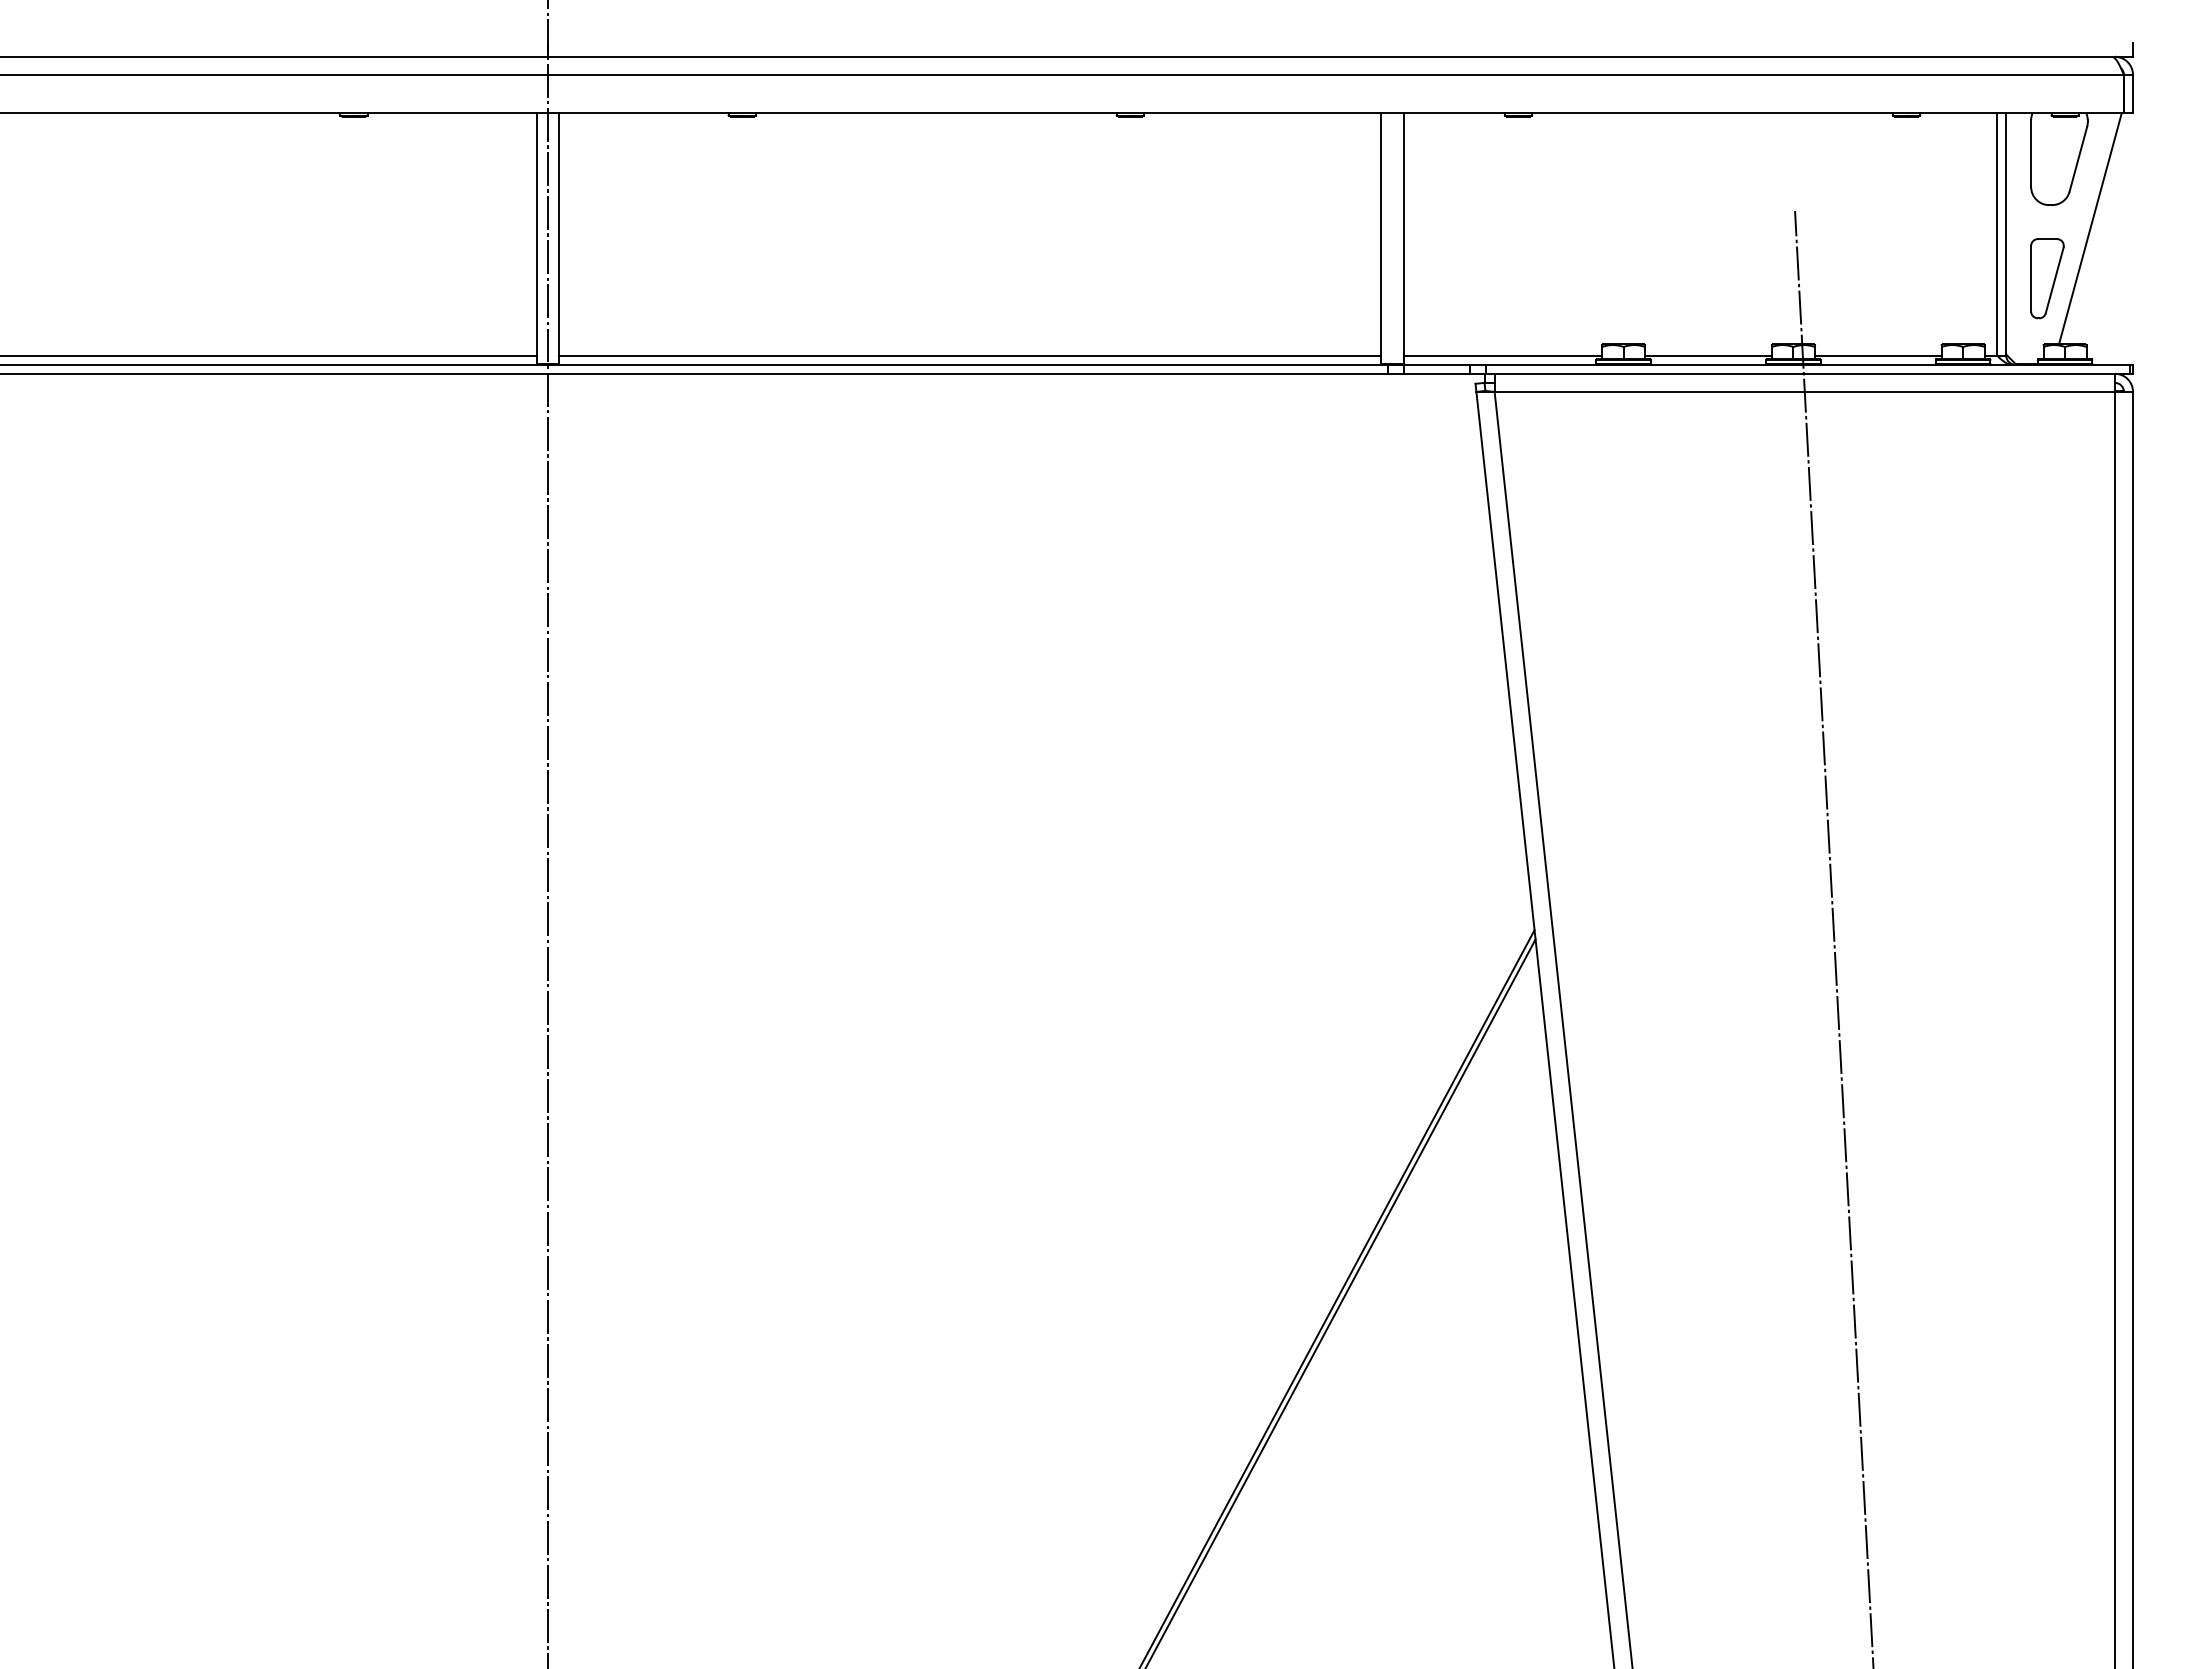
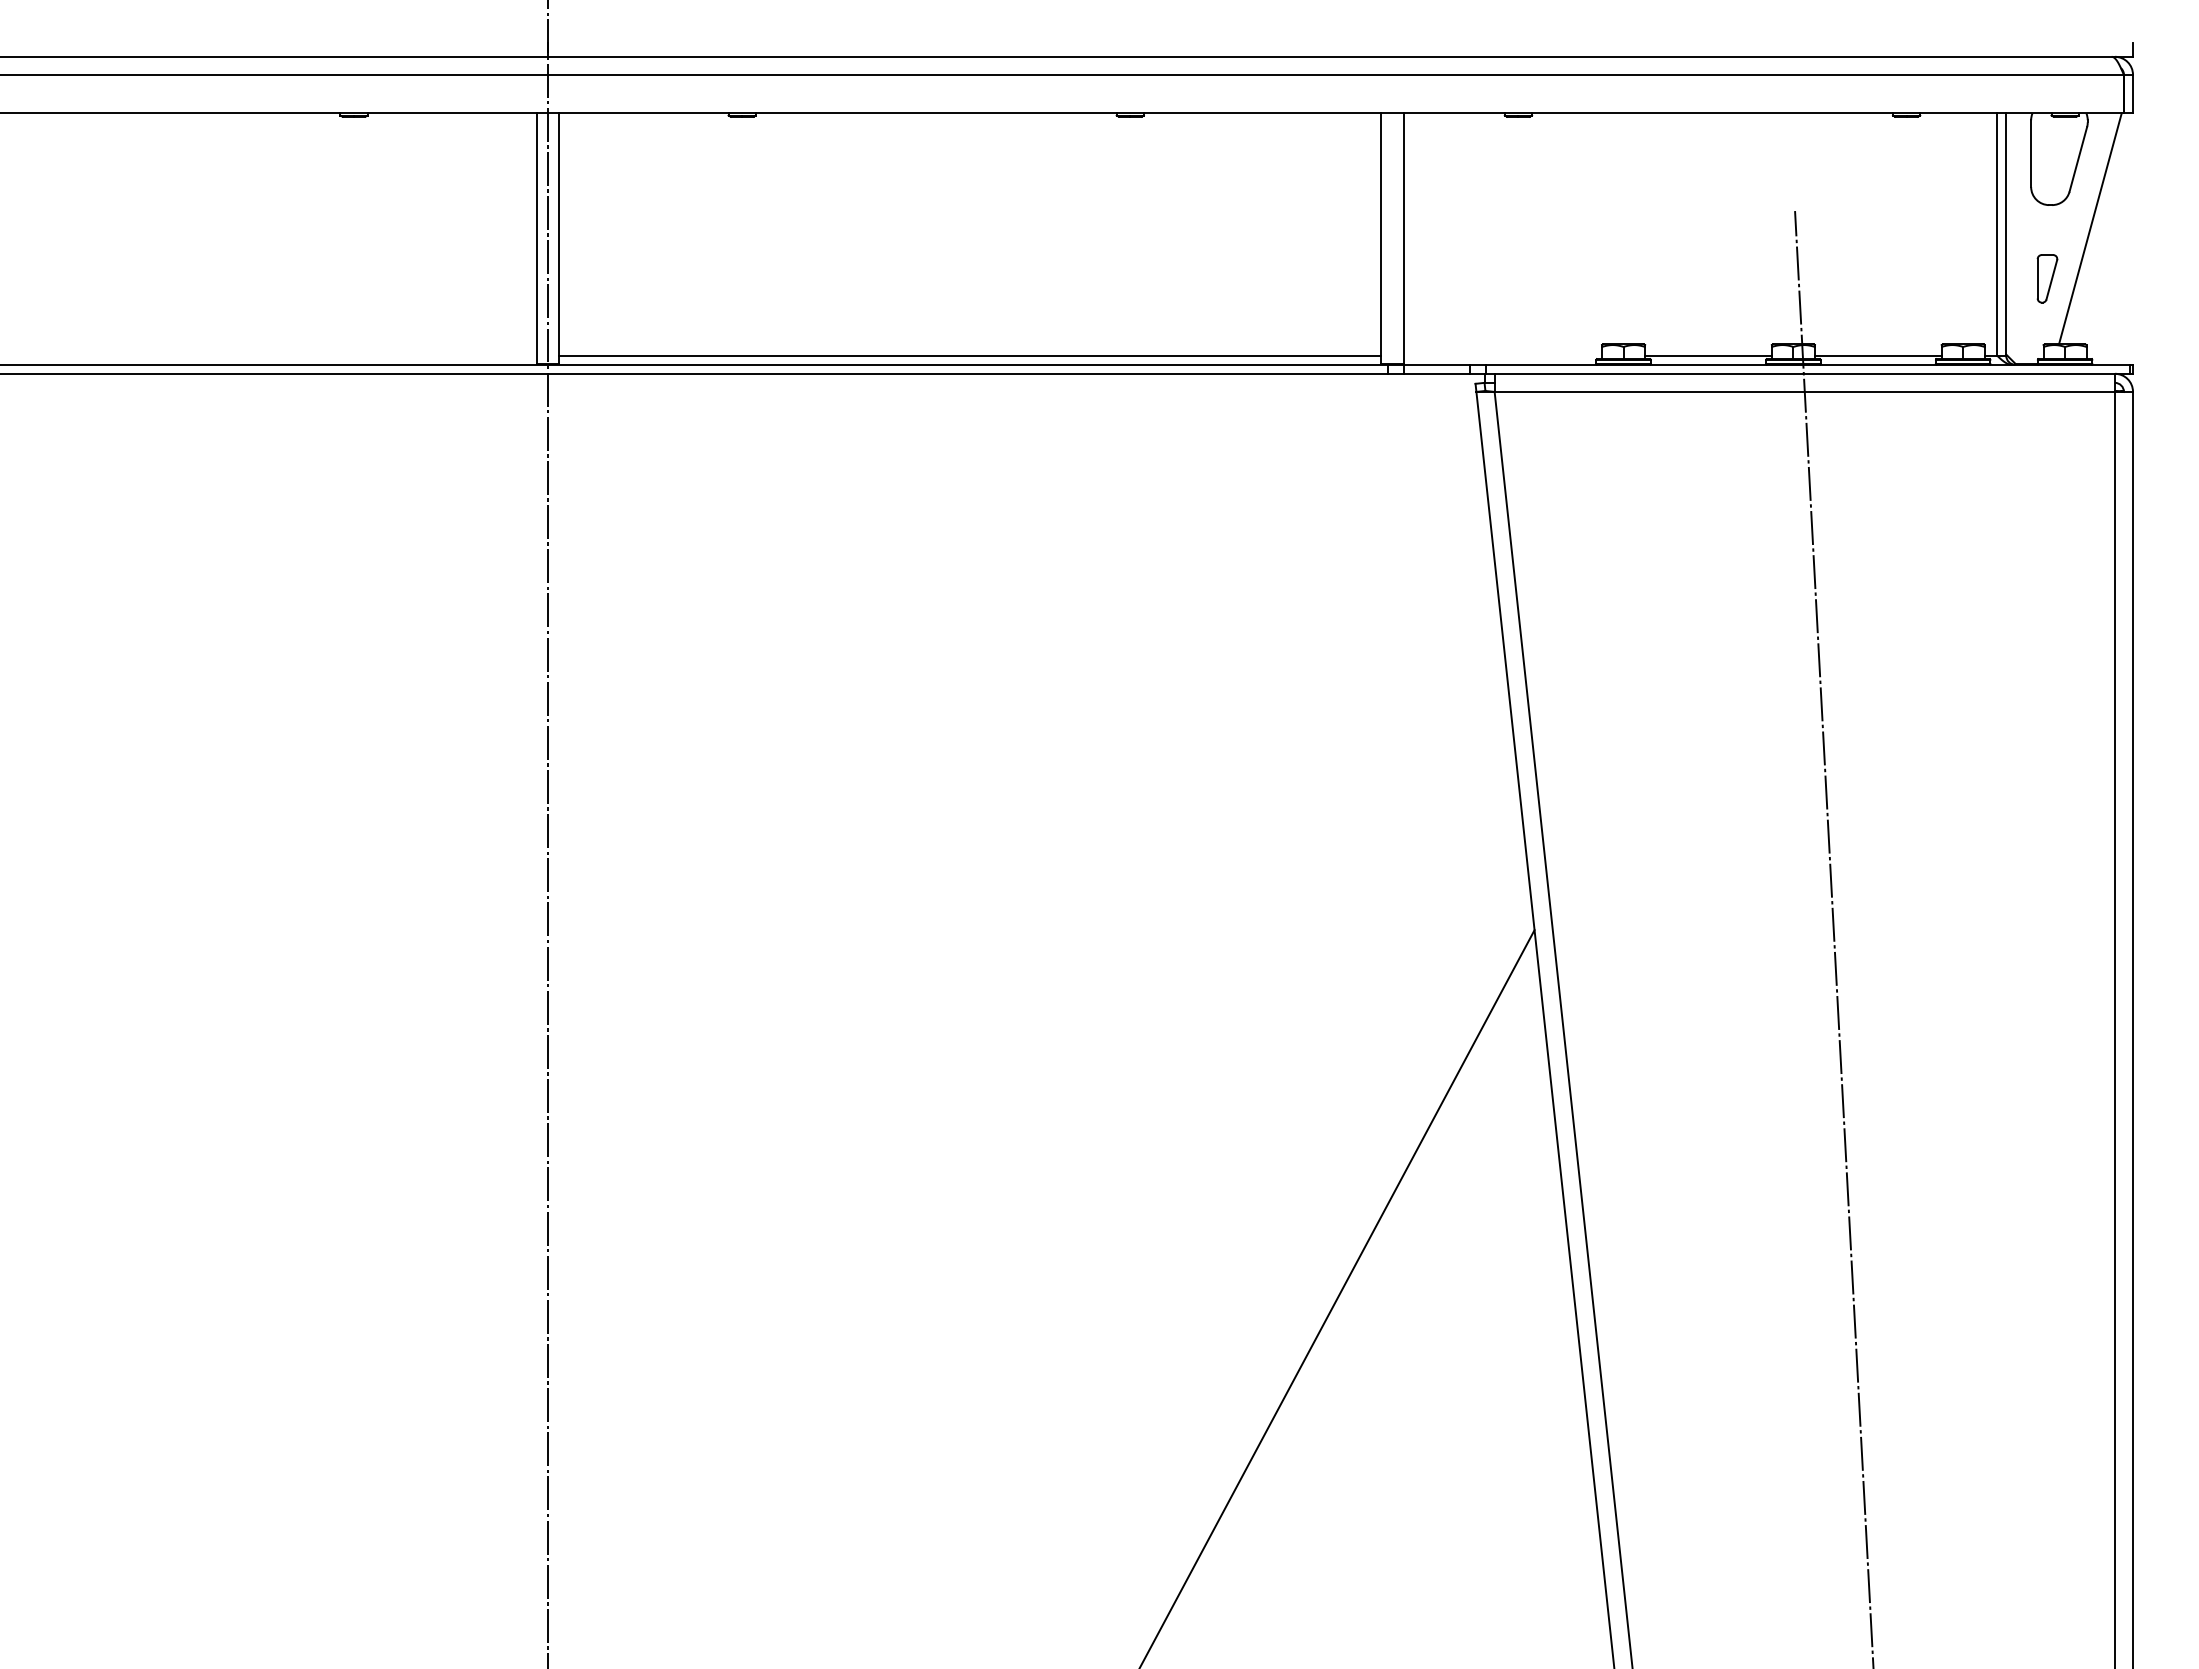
part at (2047, 278) size: 35x82 px -> 23x50 px
line at (269, 355): present -> none
line at (1502, 355): present -> none
line at (1341, 1302): present -> none
